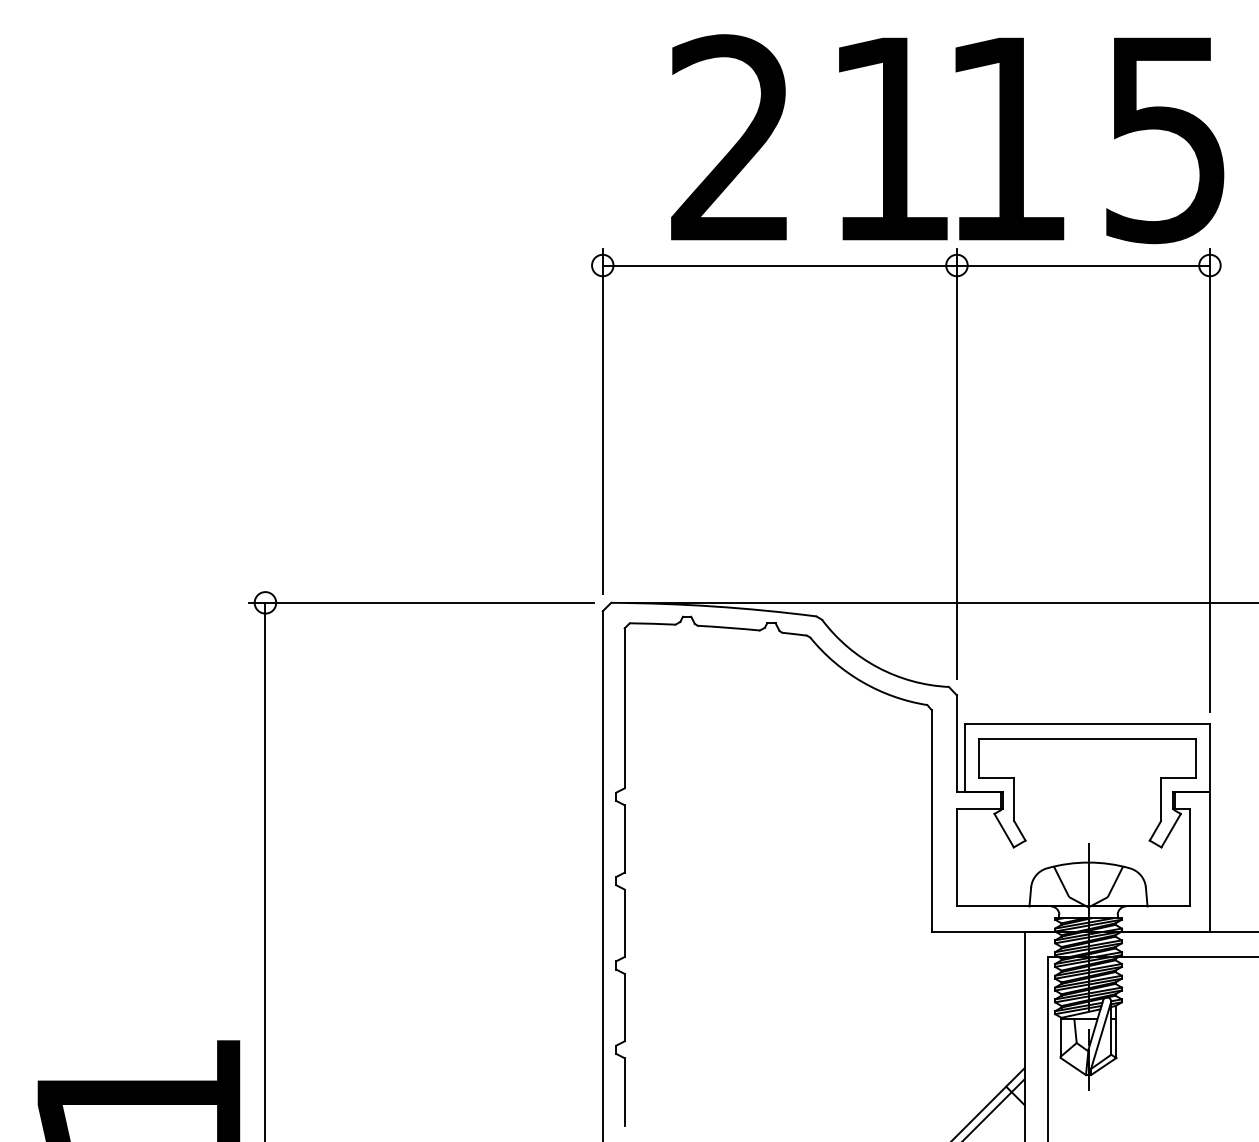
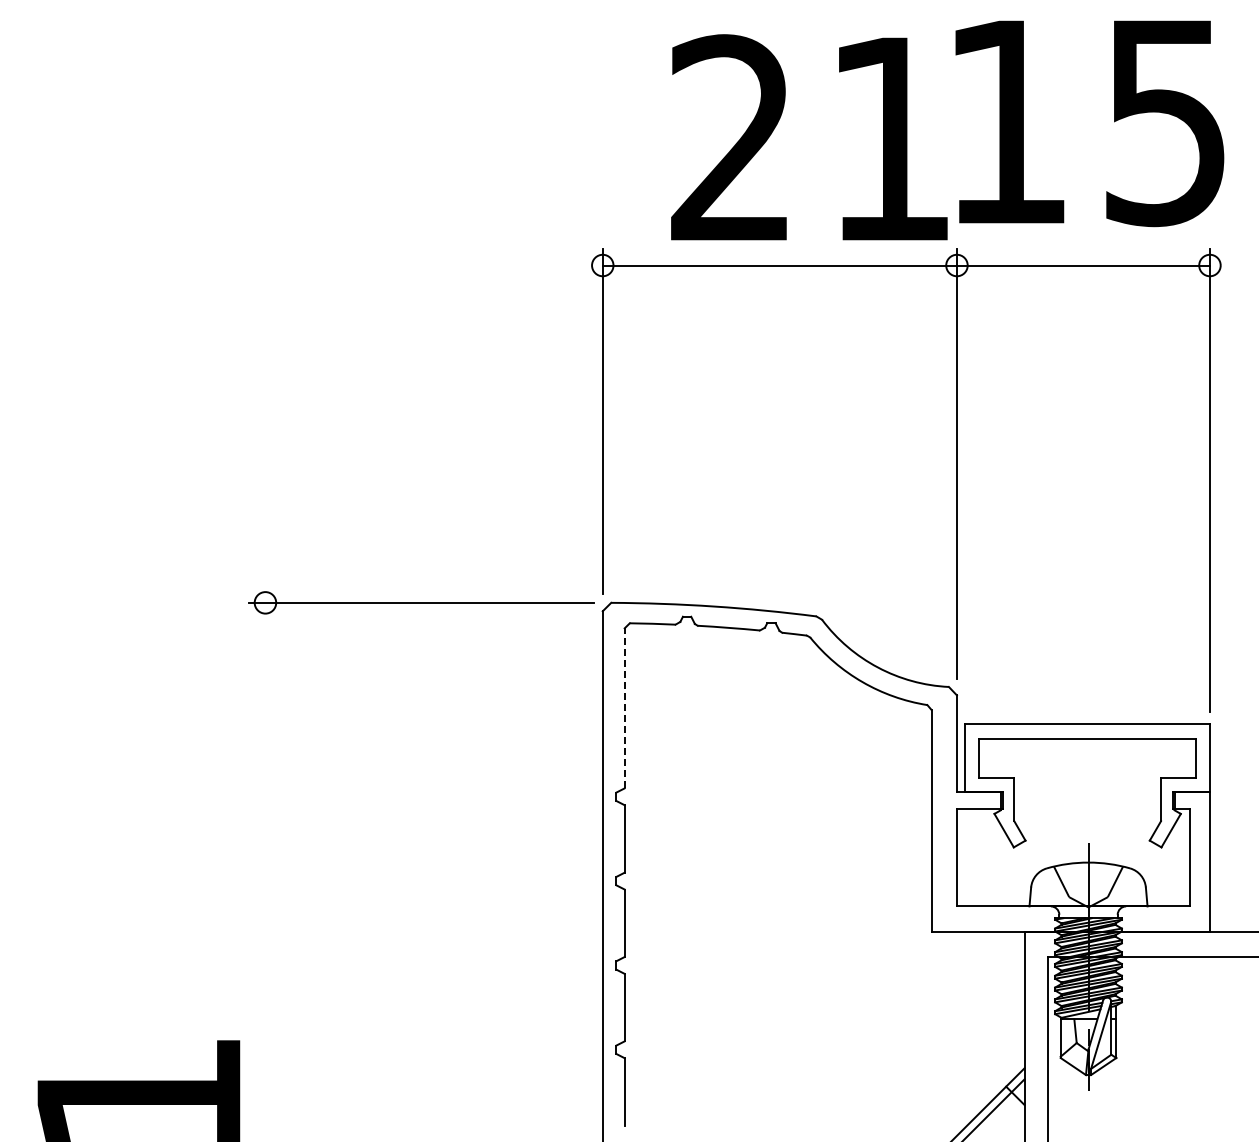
text at (1089, 140) position: (1089, 140) -> (1089, 123)
line at (941, 602): present -> none
line at (624, 707): solid -> dashed
line at (265, 870): present -> none
